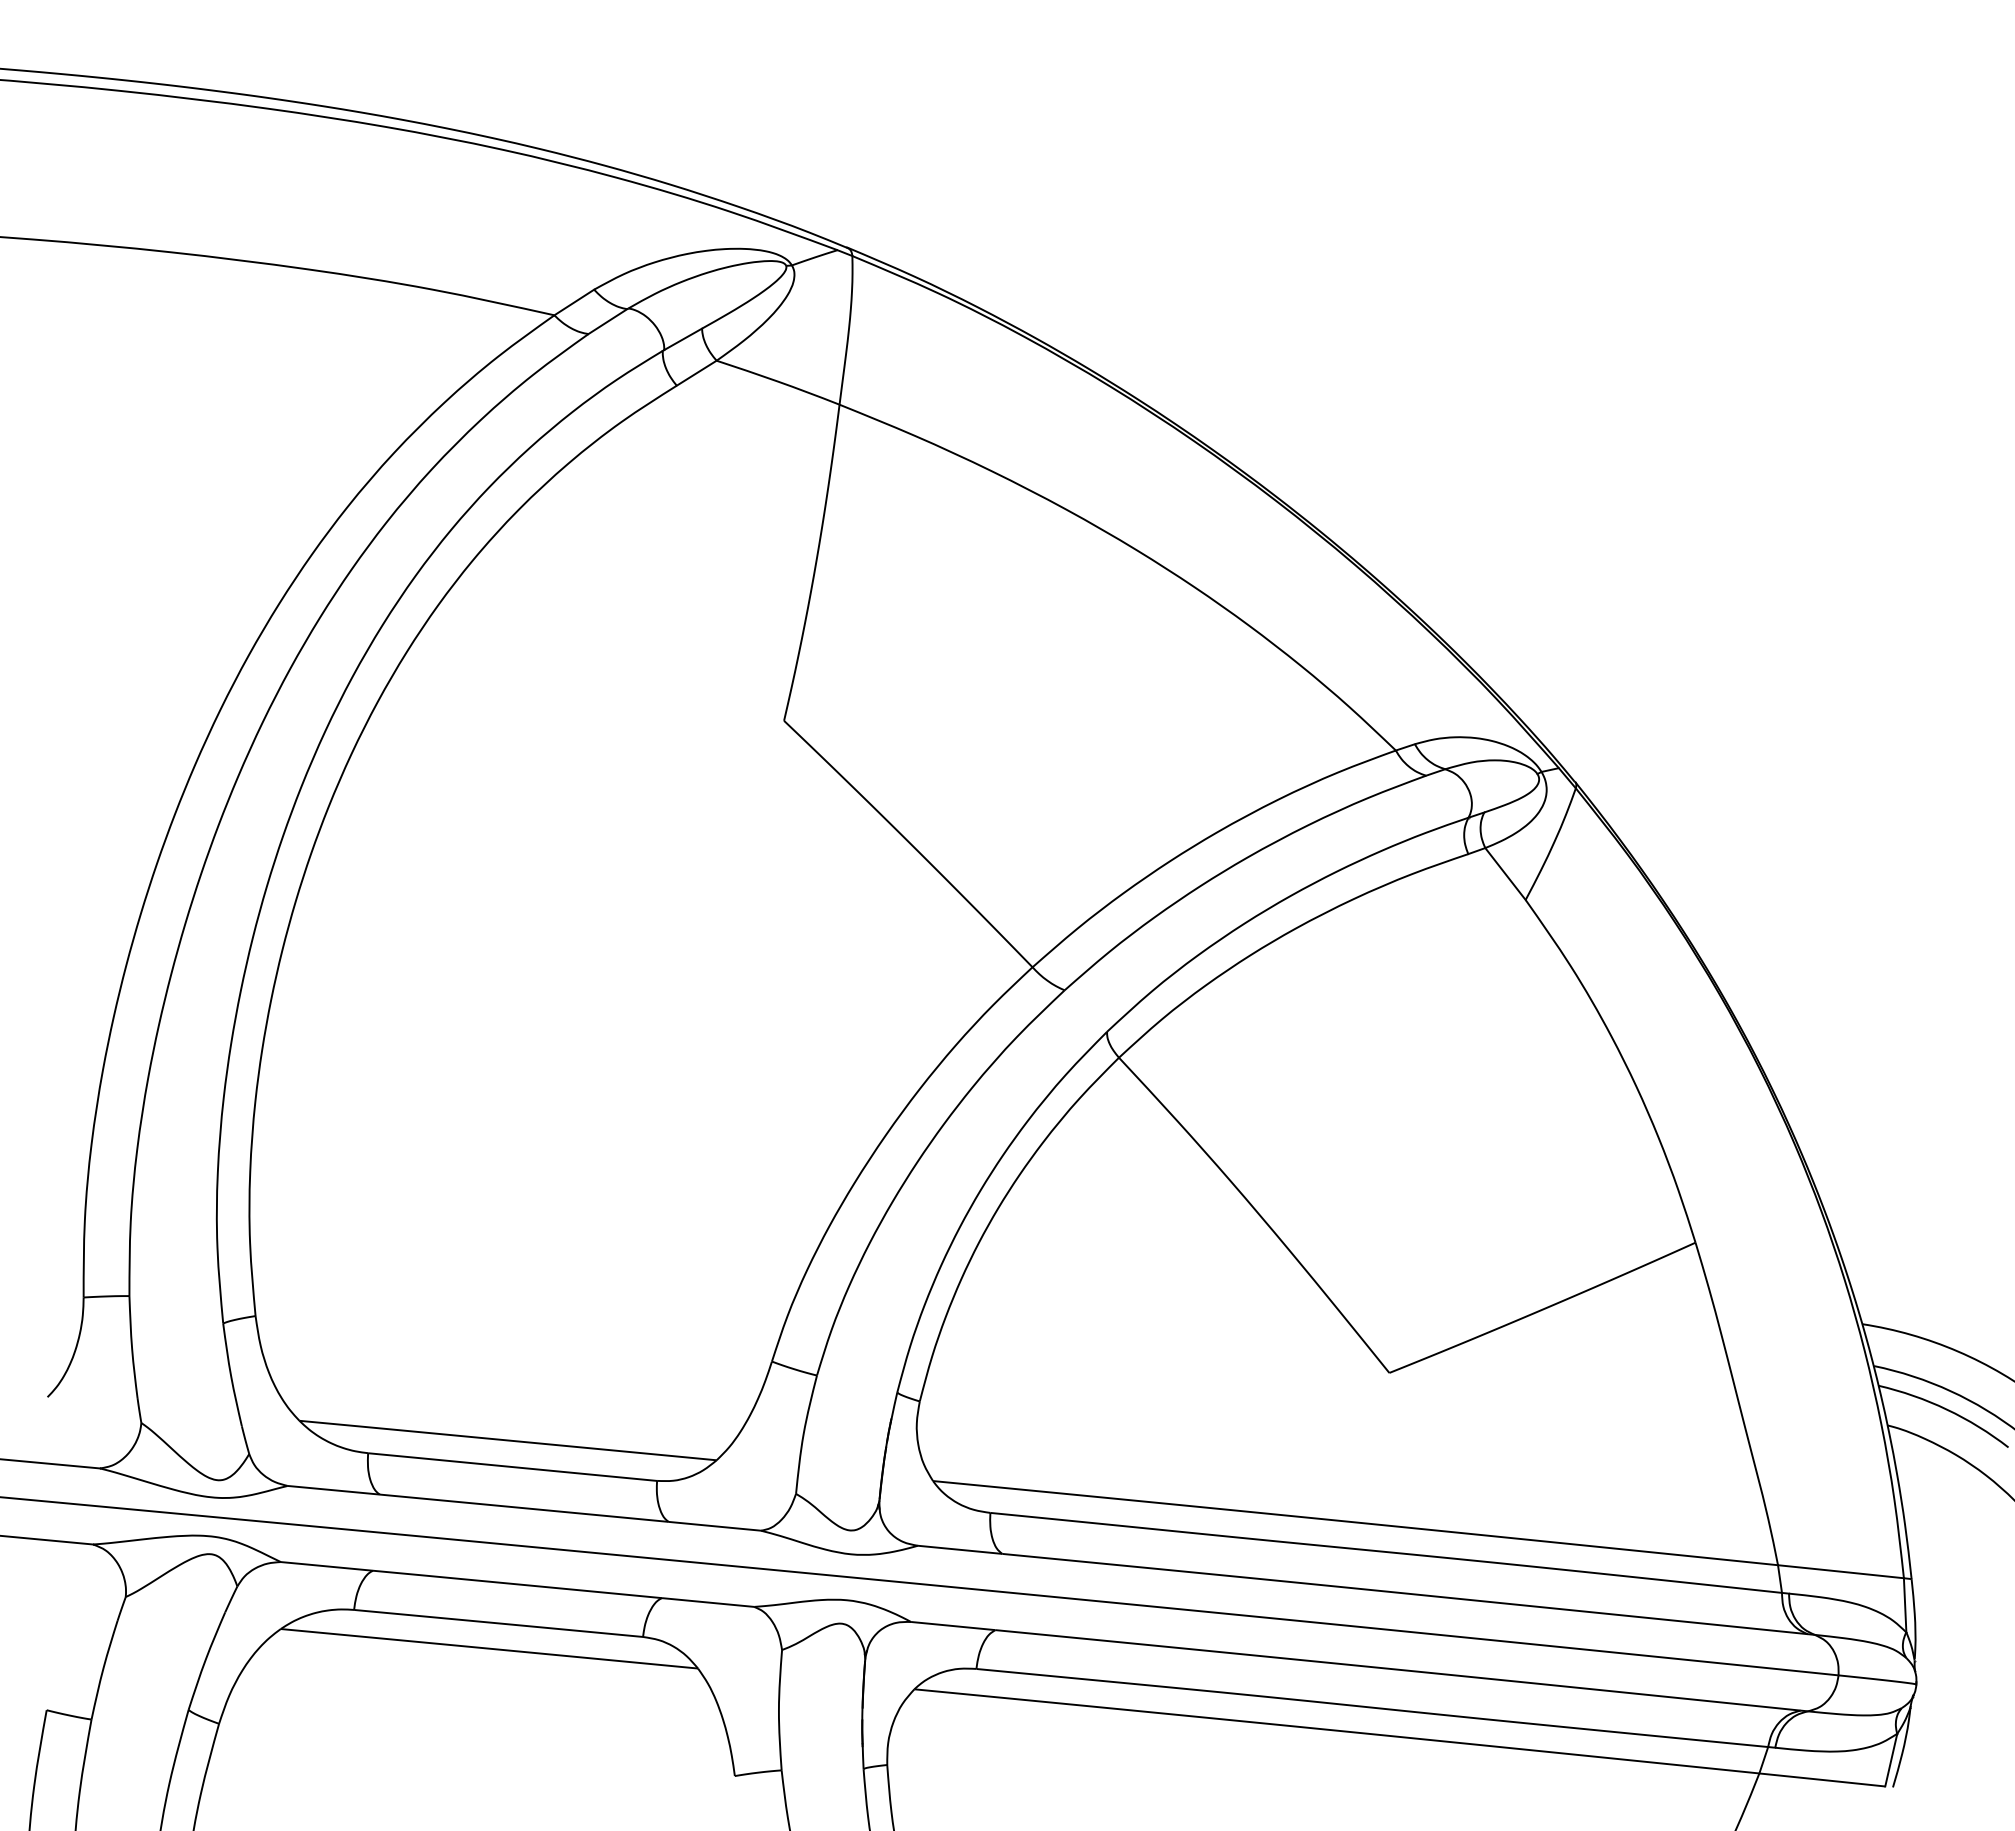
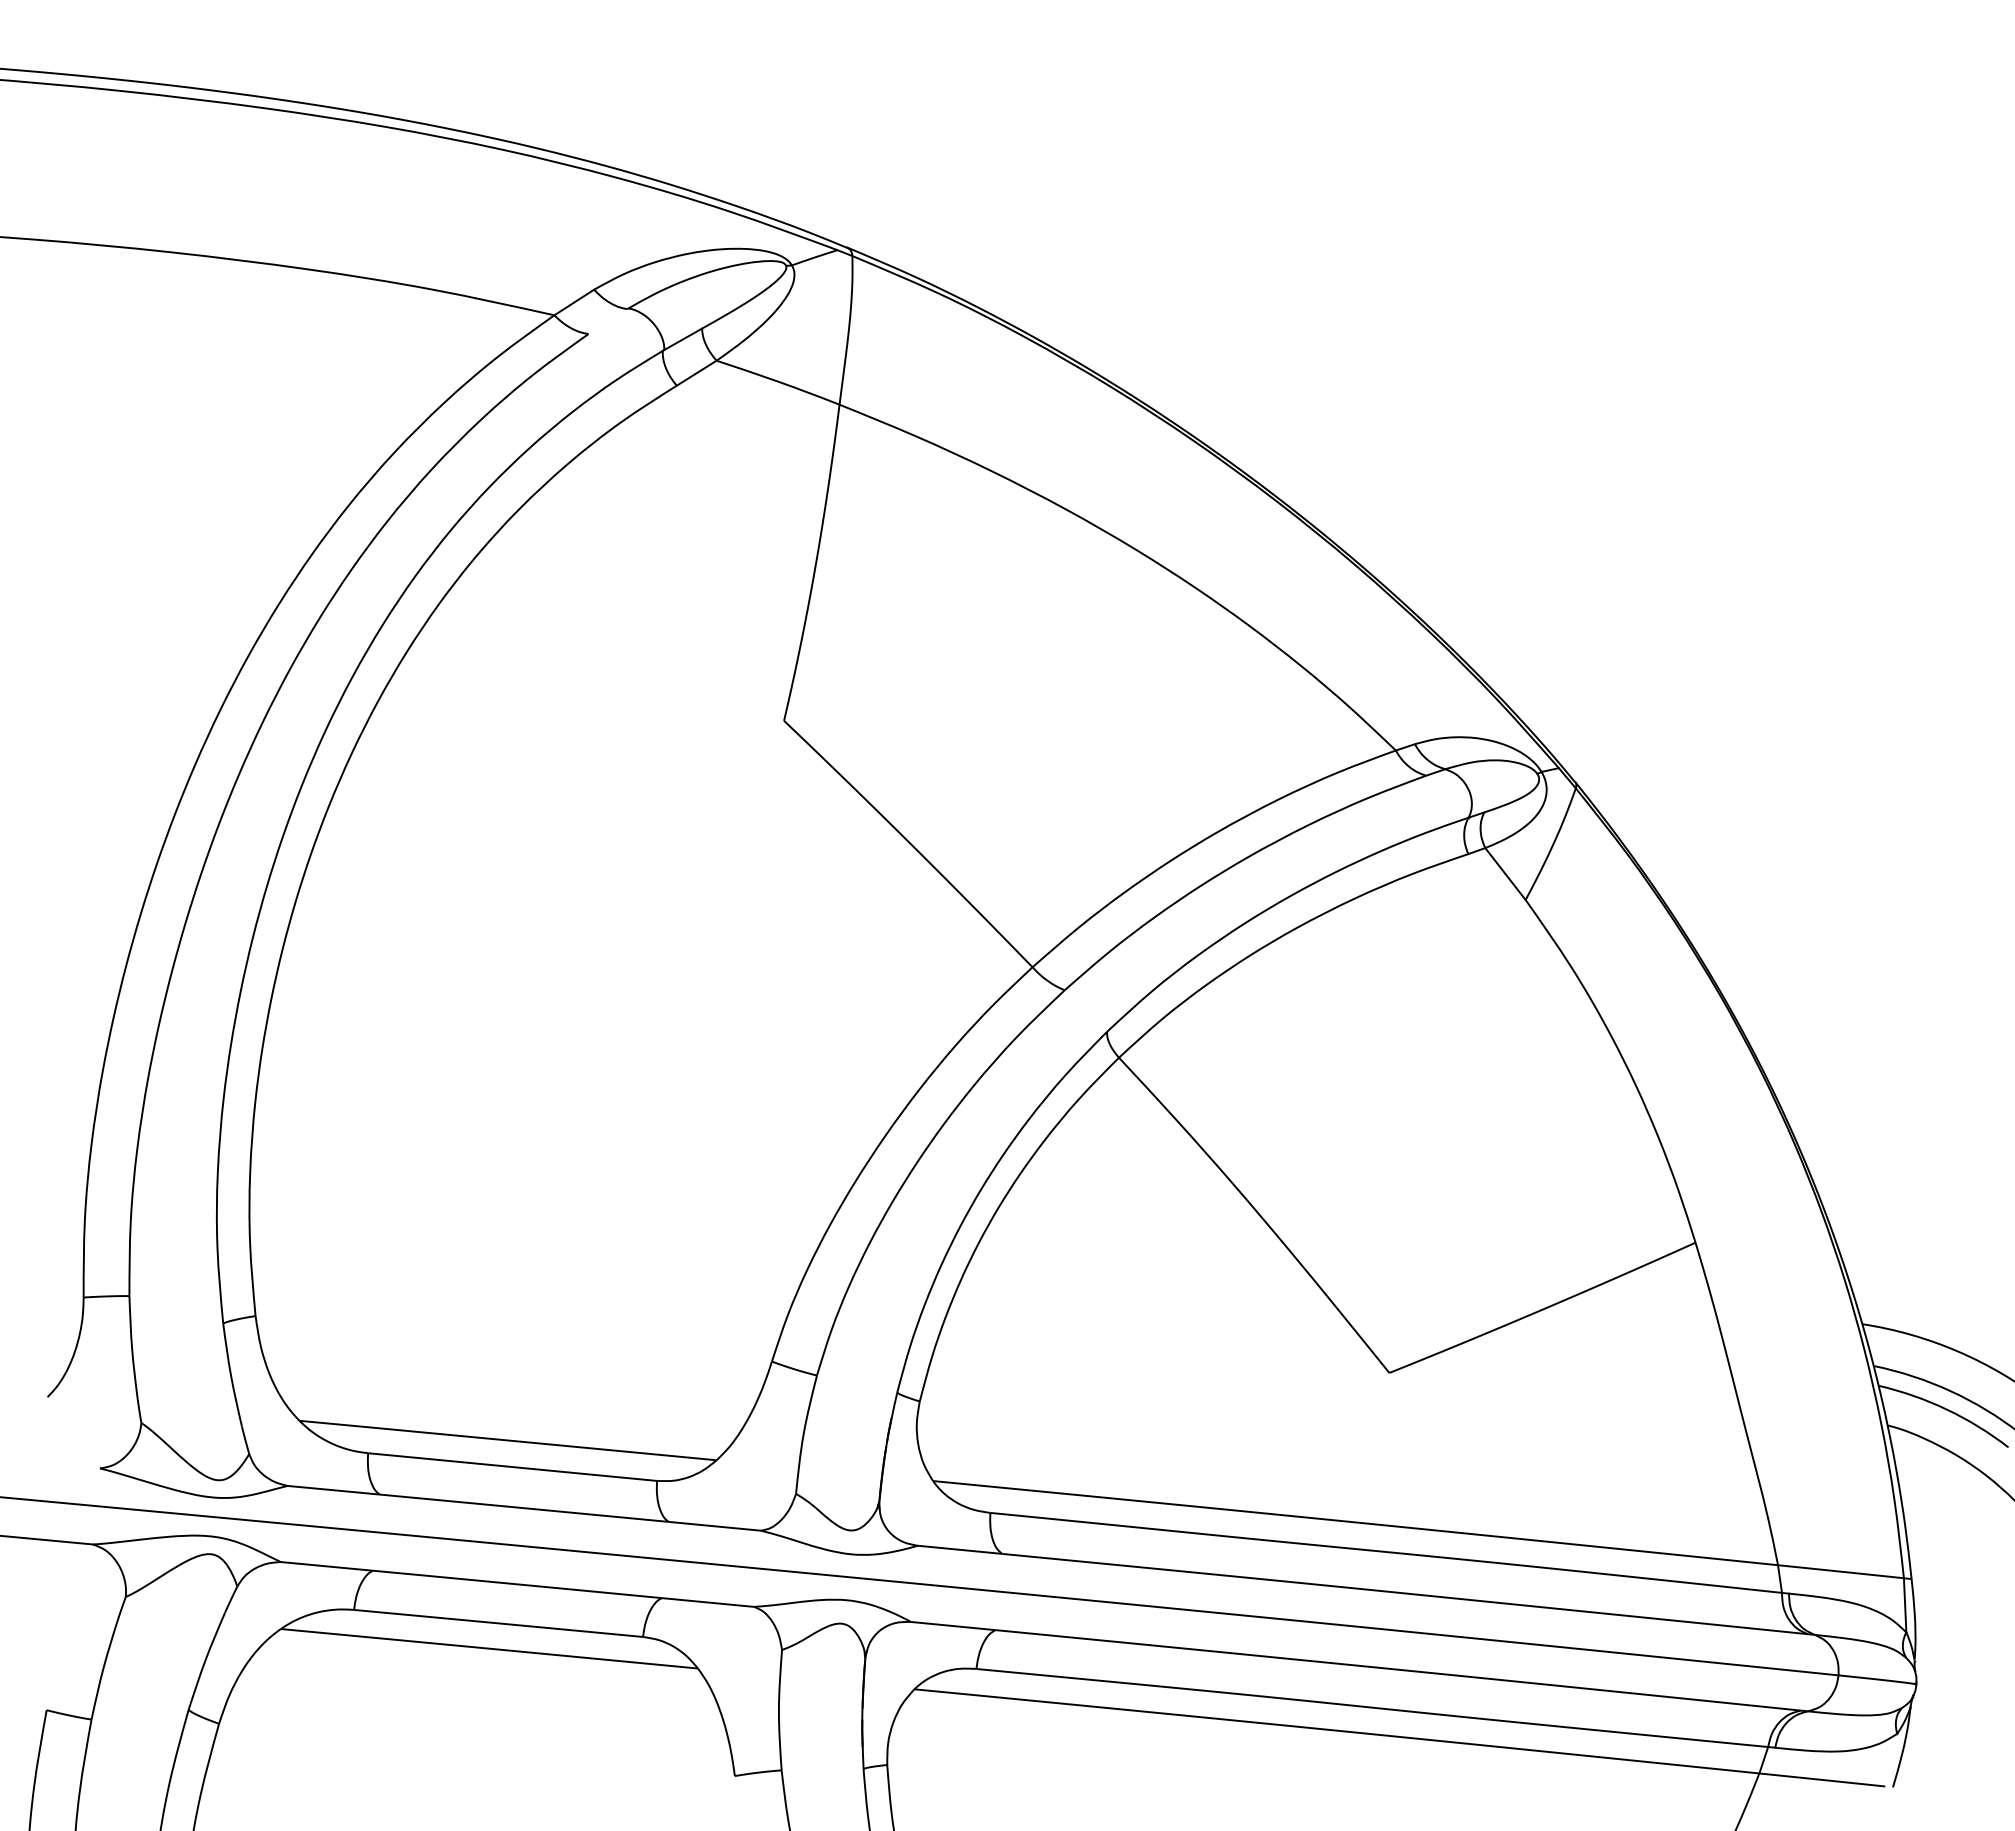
line at (607, 321): present -> none
line at (50, 1463): present -> none
line at (1891, 1759): present -> none
